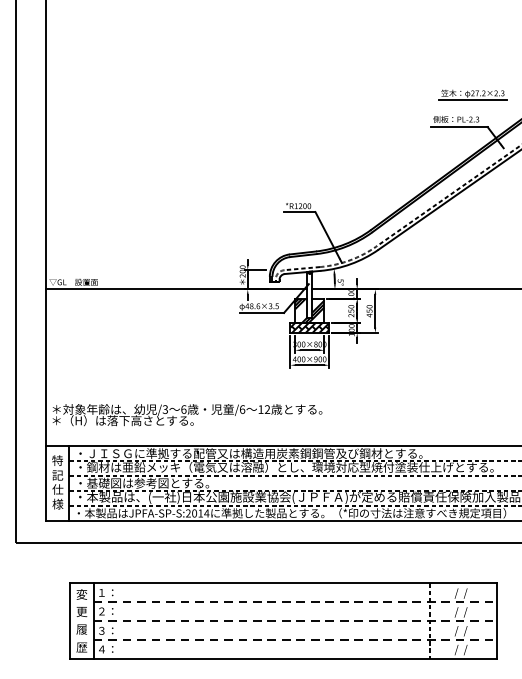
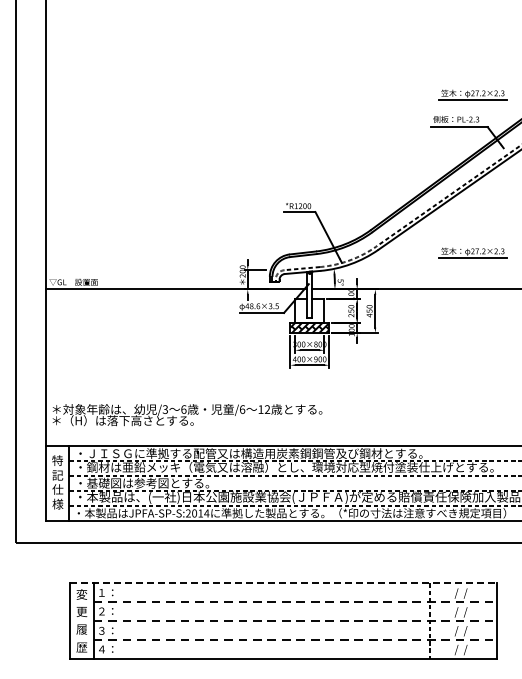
part at (472, 252): none -> present
hatch at (309, 311): present -> none
line at (283, 583): solid -> dashed
